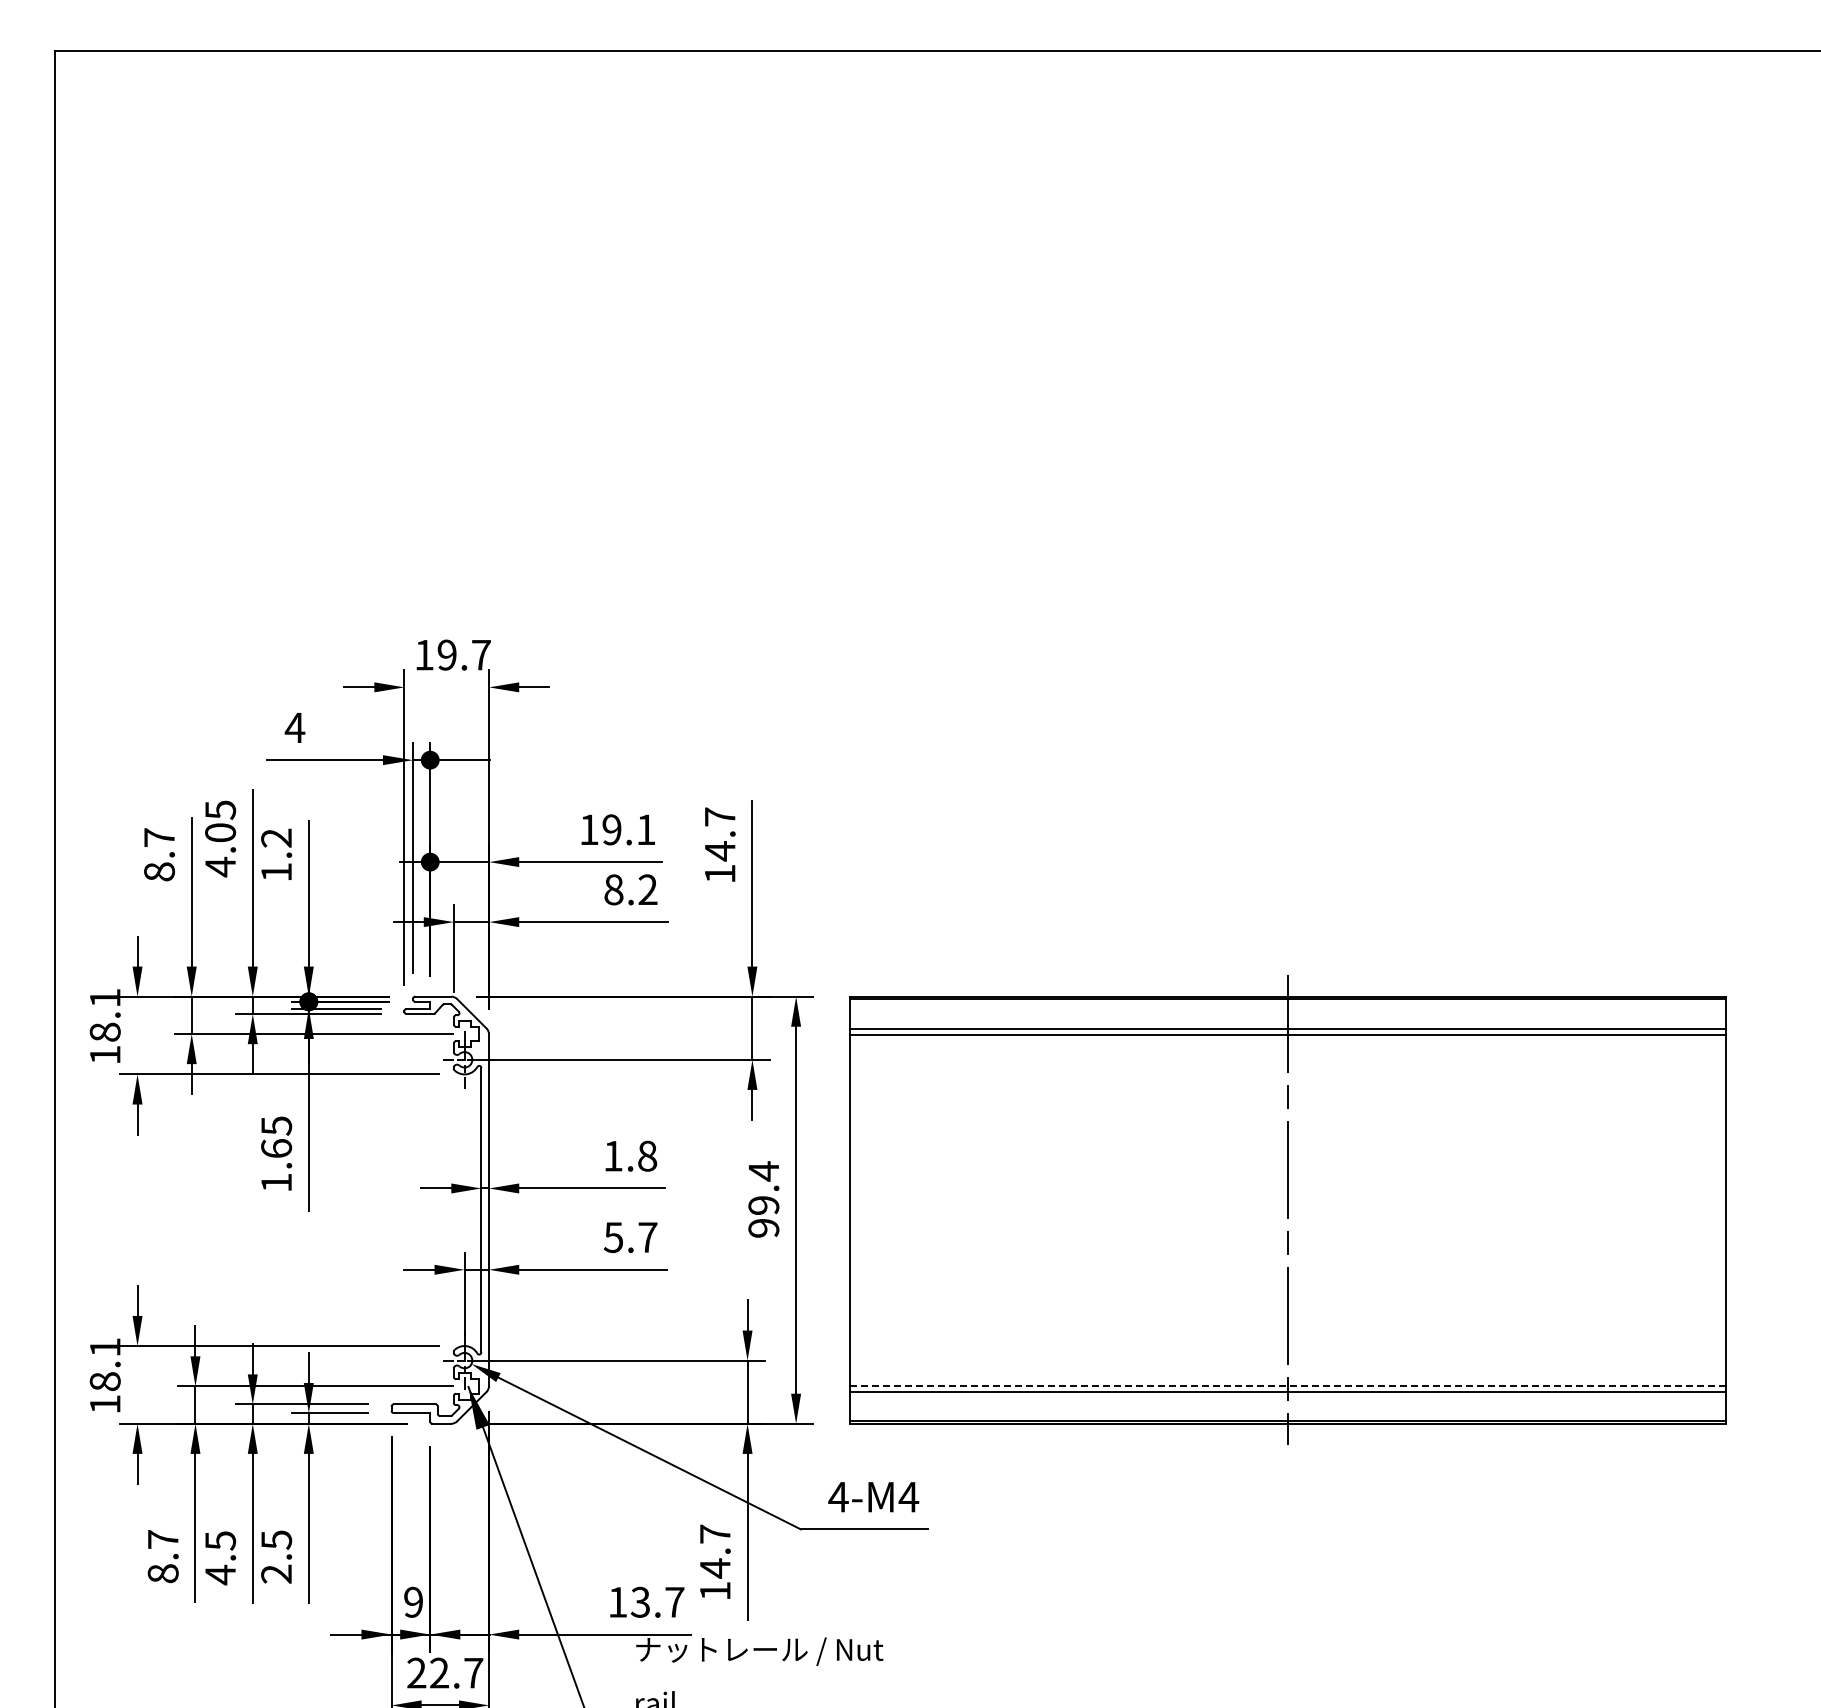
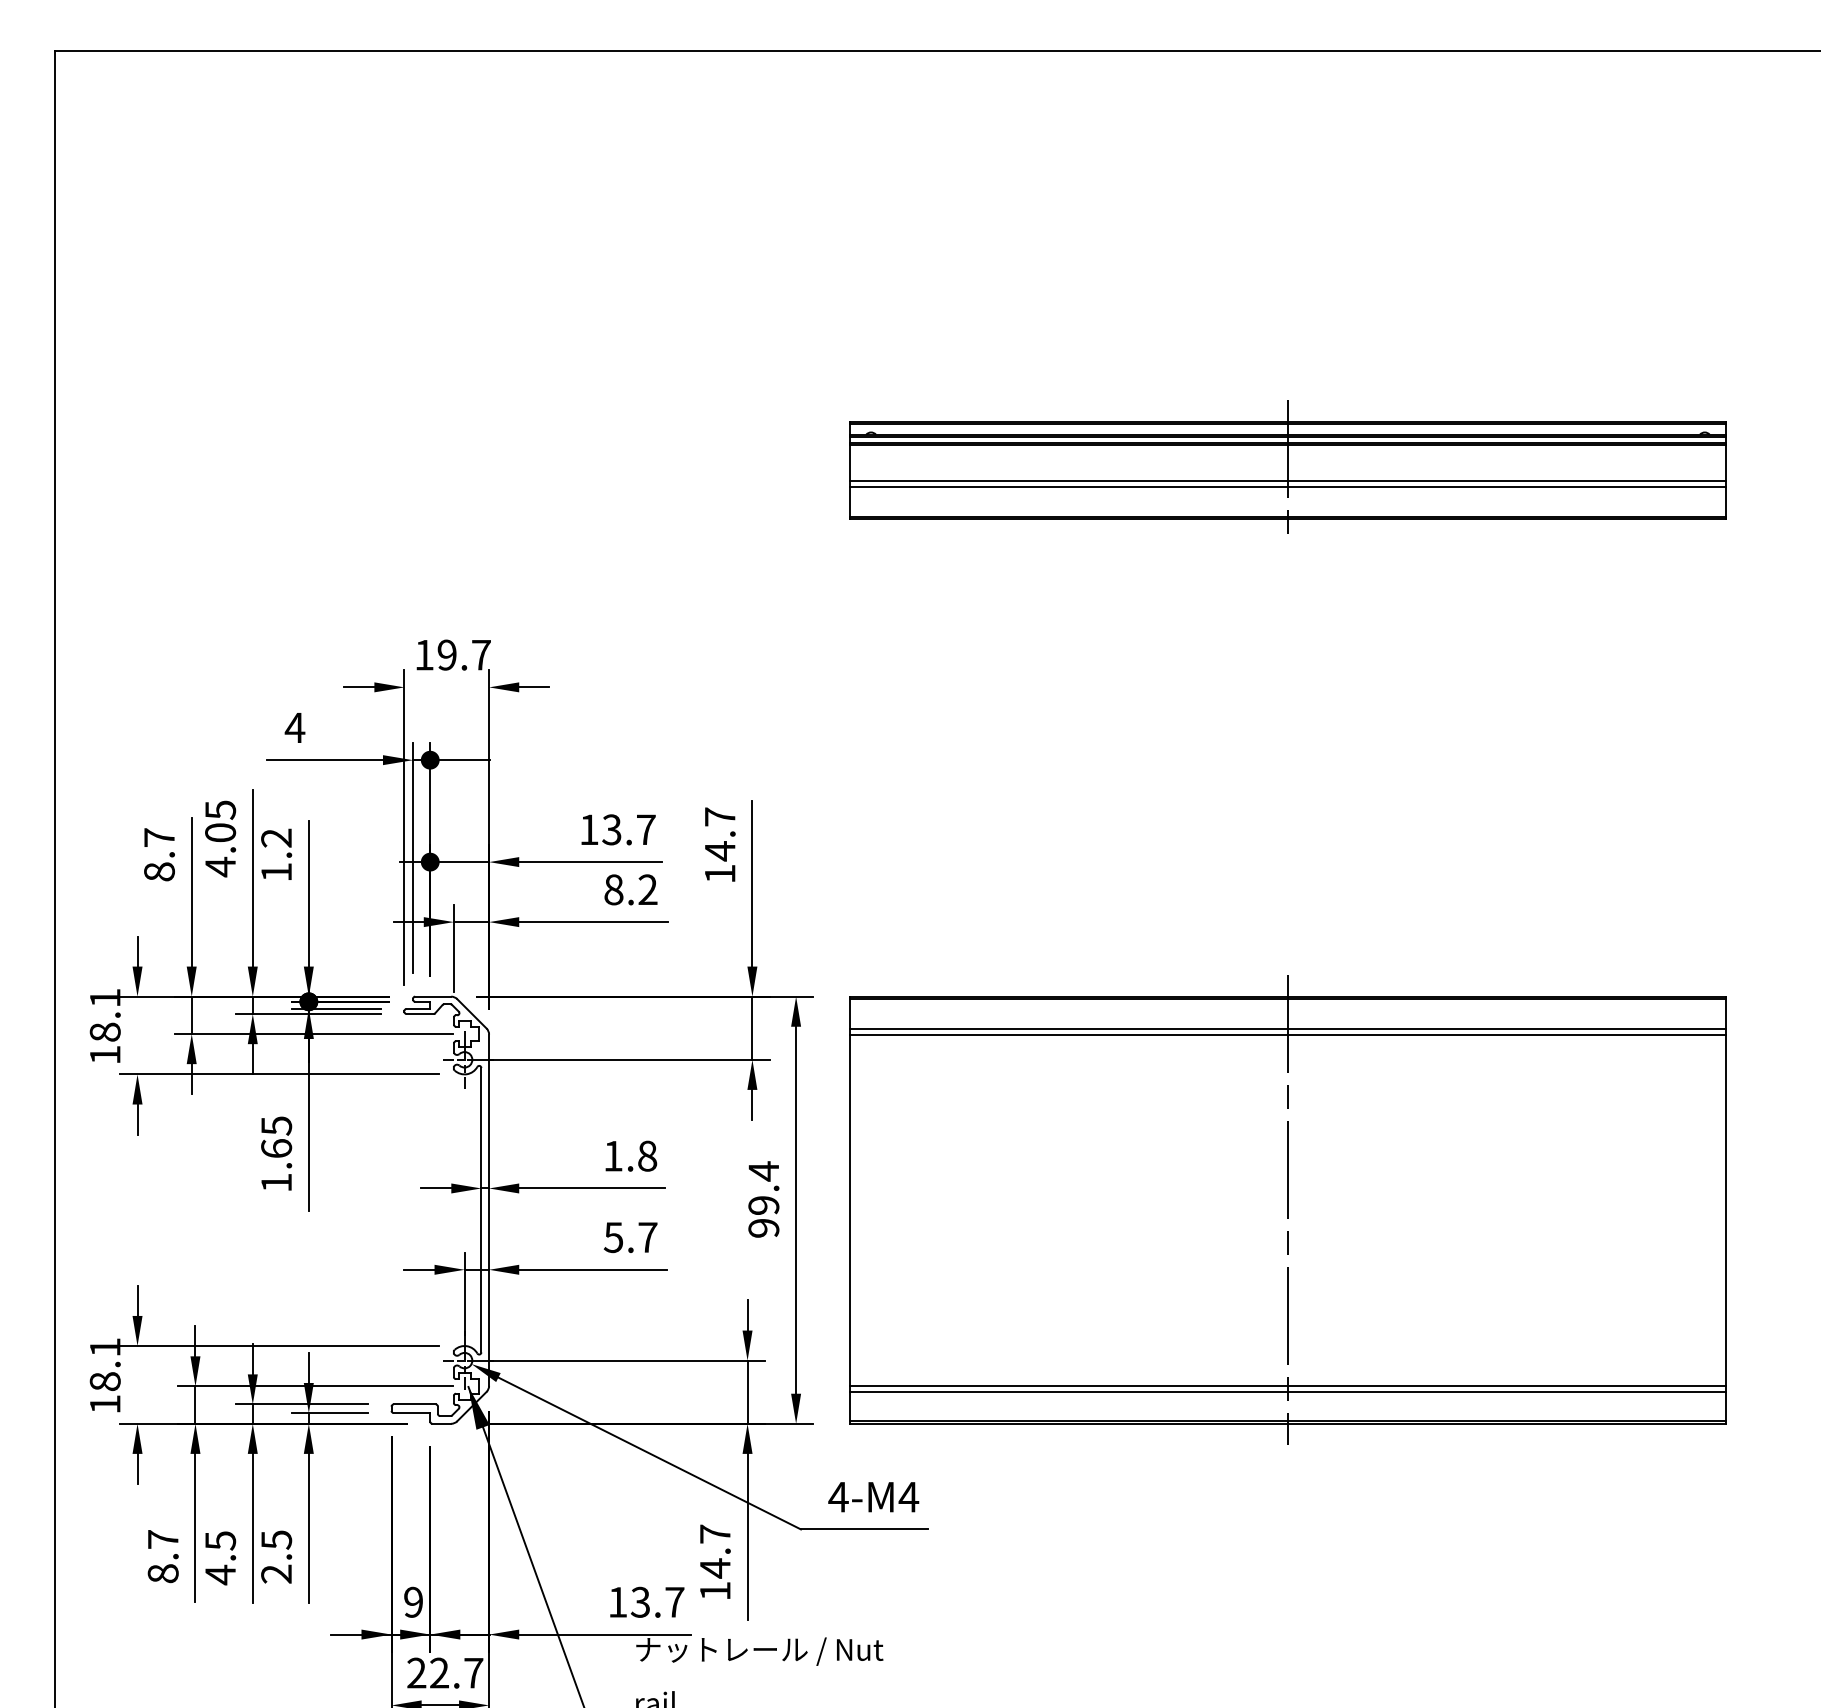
part at (1287, 466): none -> present
text at (628, 829): 19.1 -> 13.7
line at (1287, 1385): dashed -> solid
